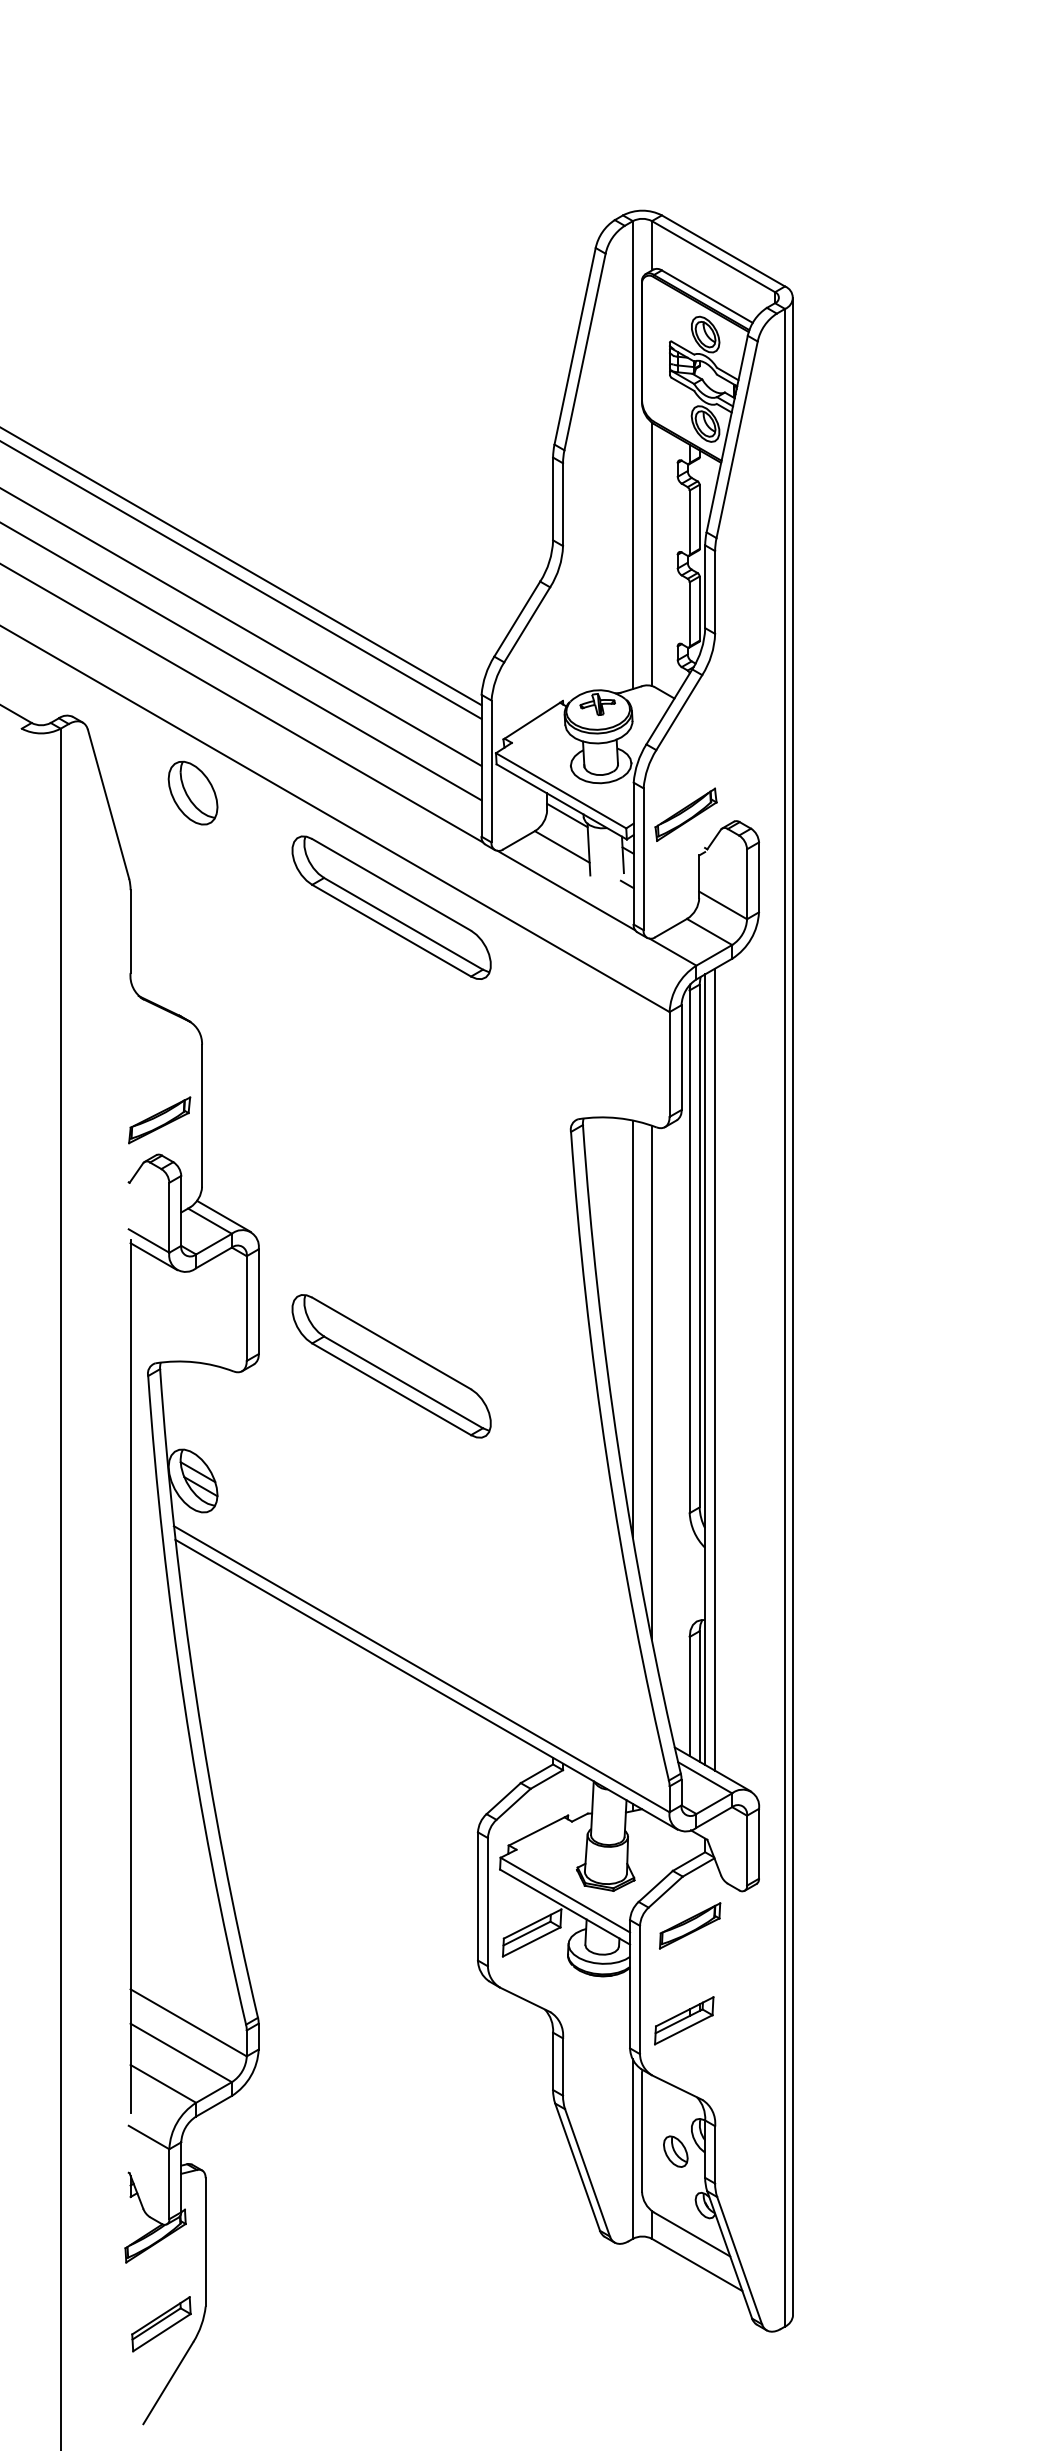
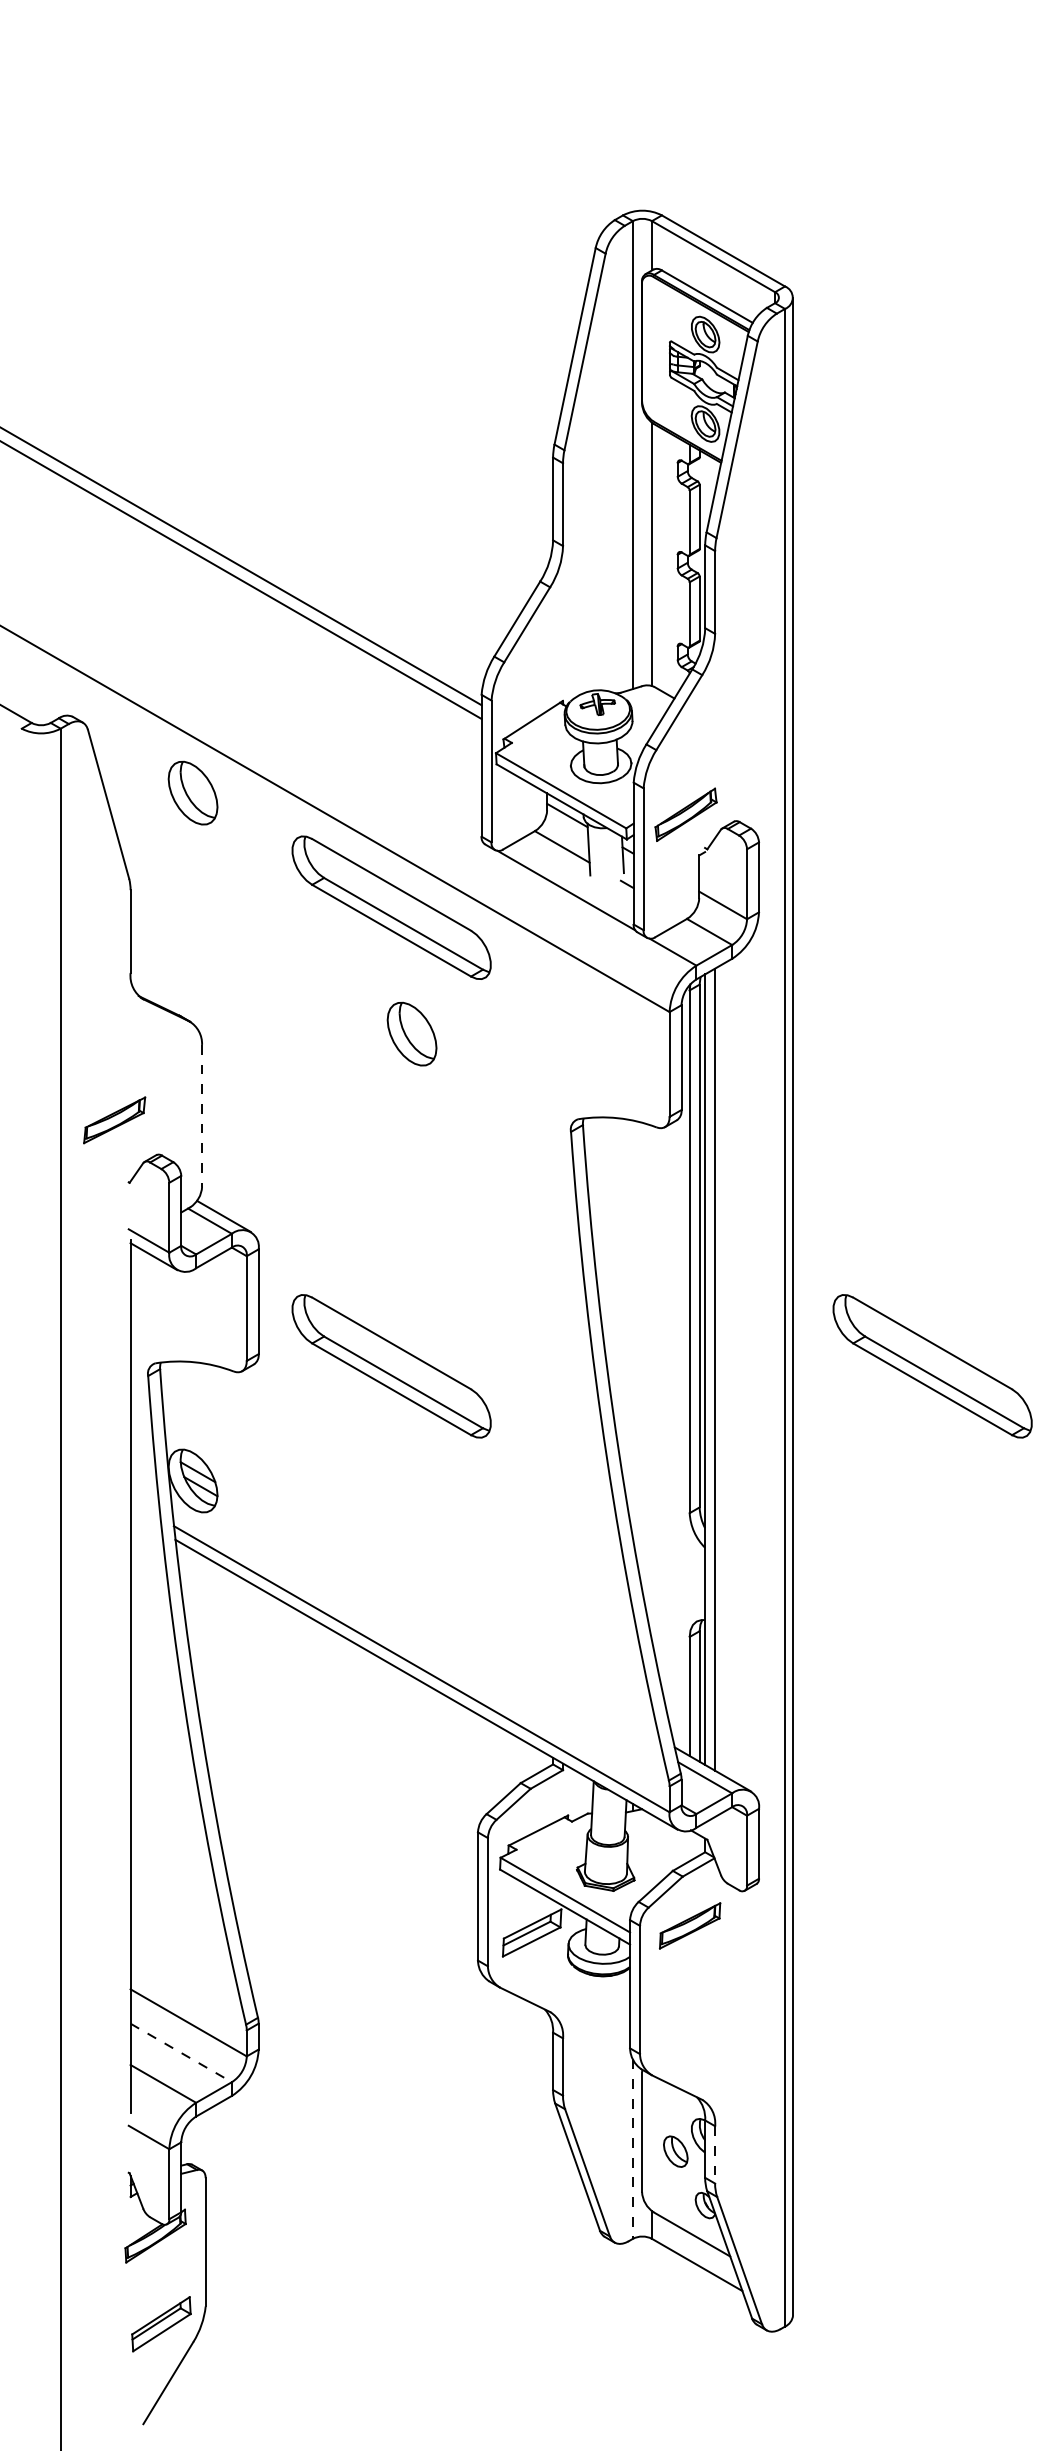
line at (241, 627): present -> none
line at (241, 661): present -> none
line at (242, 703): present -> none
part at (411, 1033): none -> present
line at (202, 1115): solid -> dashed
part at (159, 1120) position: (159, 1120) -> (114, 1120)
line at (632, 1328): present -> none
part at (932, 1366): none -> present
line at (651, 1382): present -> none
part at (684, 2020): present -> none
line at (181, 2053): solid -> dashed
line at (632, 2149): solid -> dashed
line at (715, 2154): solid -> dashed
